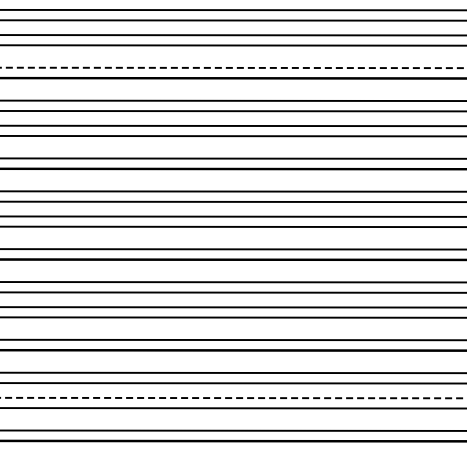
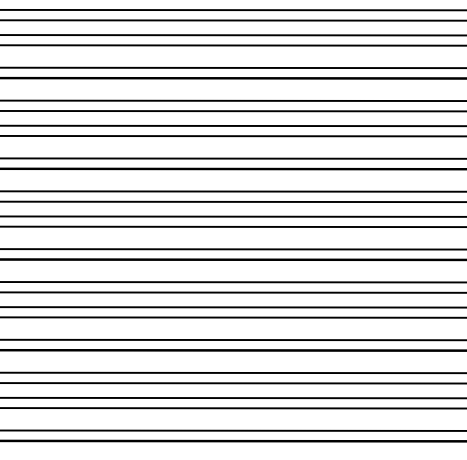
line at (233, 67): dashed -> solid
line at (233, 398): dashed -> solid
